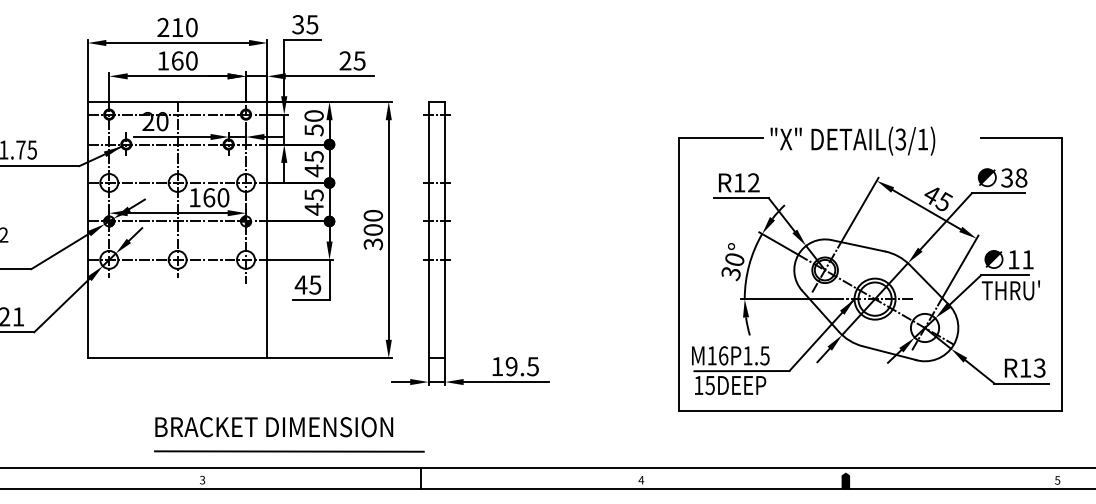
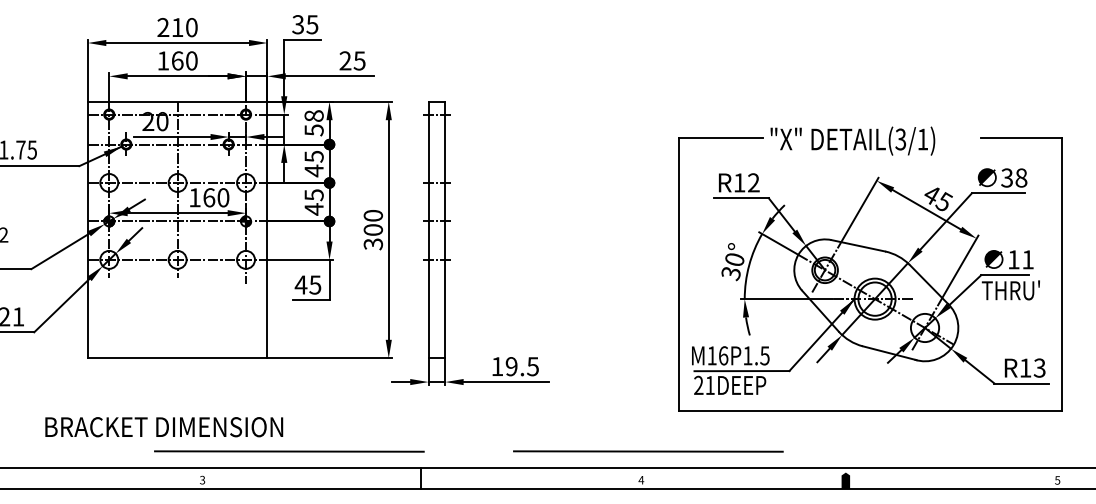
text at (314, 115): 50 -> 58
text at (704, 385): 15DEEP -> 21DEEP
text at (274, 427) position: (274, 427) -> (164, 427)
line at (648, 451): none -> present
